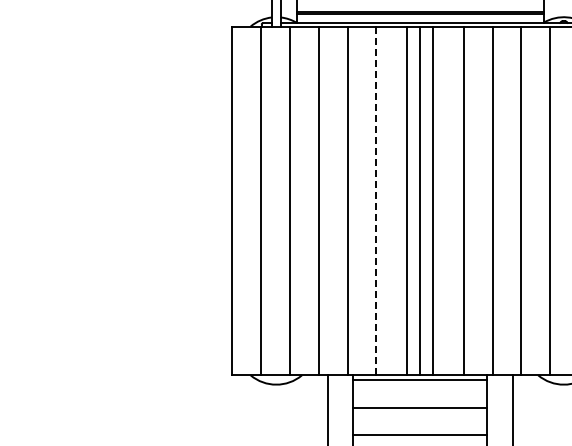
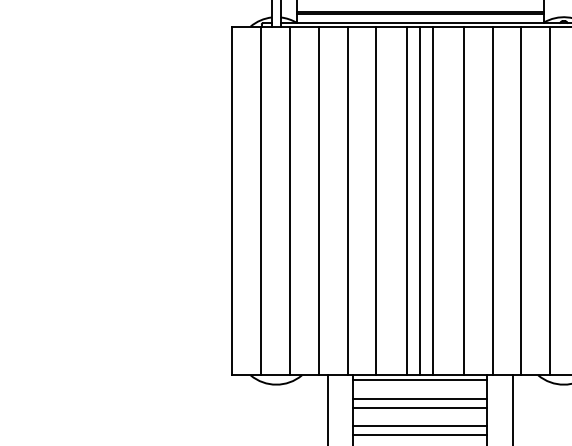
line at (376, 200): dashed -> solid
line at (419, 398): none -> present
line at (419, 425): none -> present
